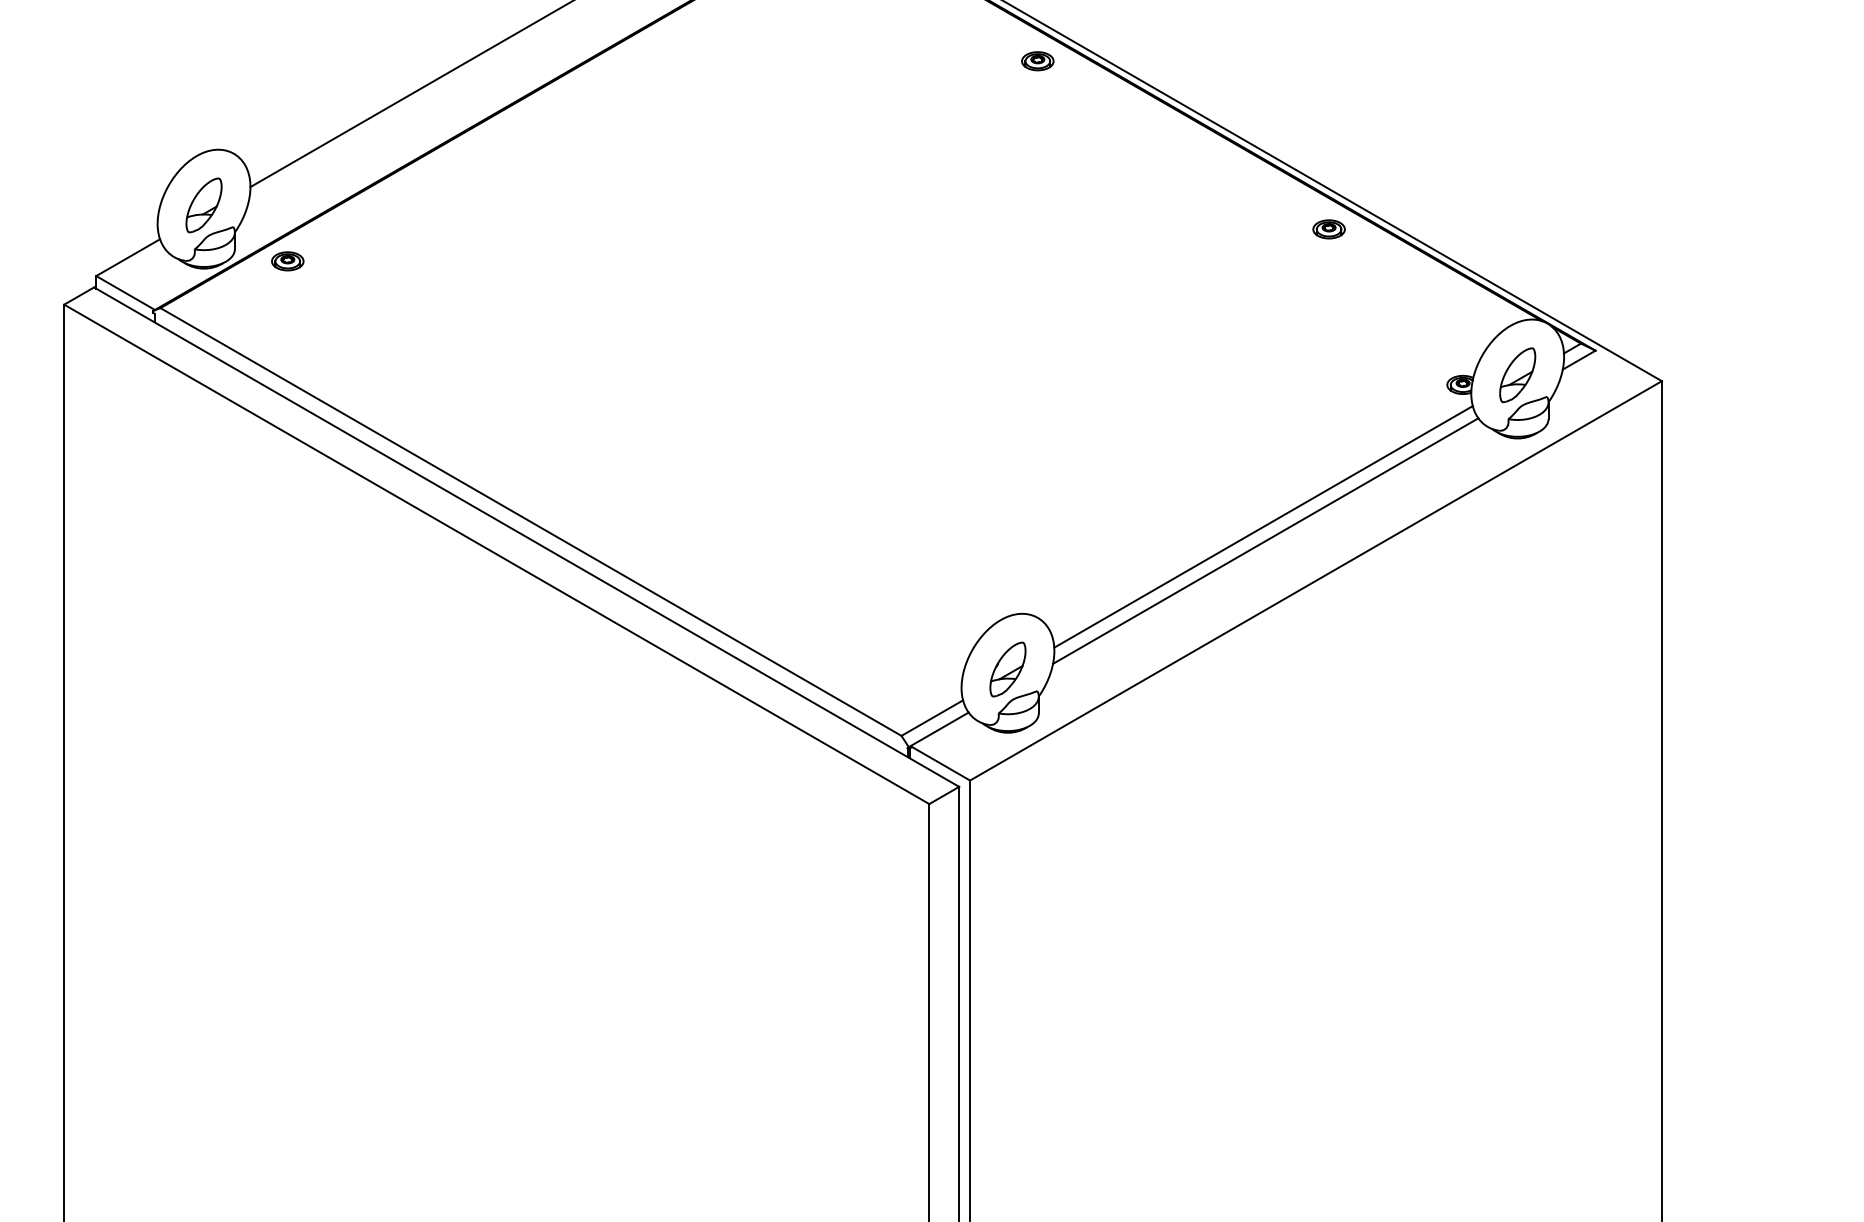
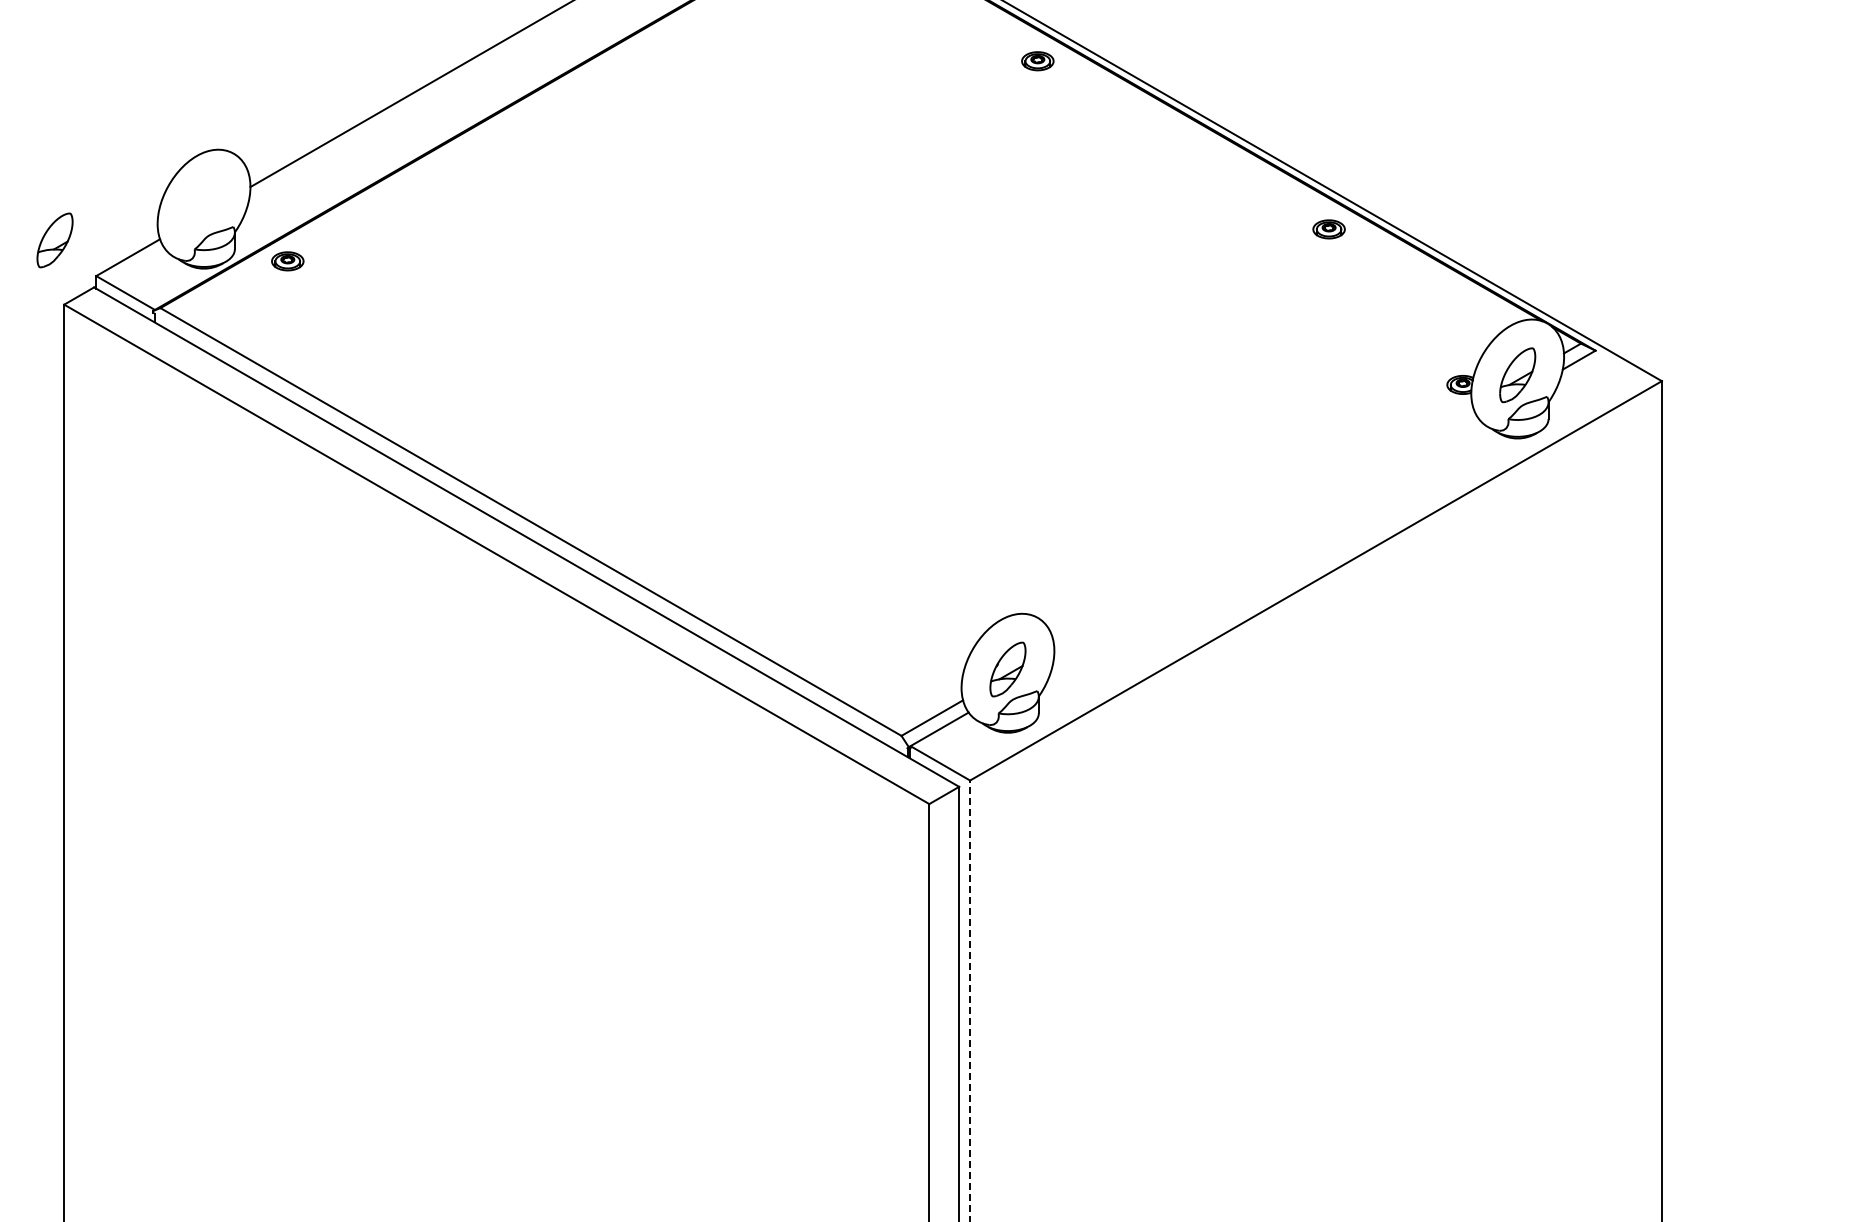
part at (203, 205) position: (203, 205) -> (54, 240)
line at (1263, 526): present -> none
line at (1265, 540): present -> none
line at (970, 1000): solid -> dashed
